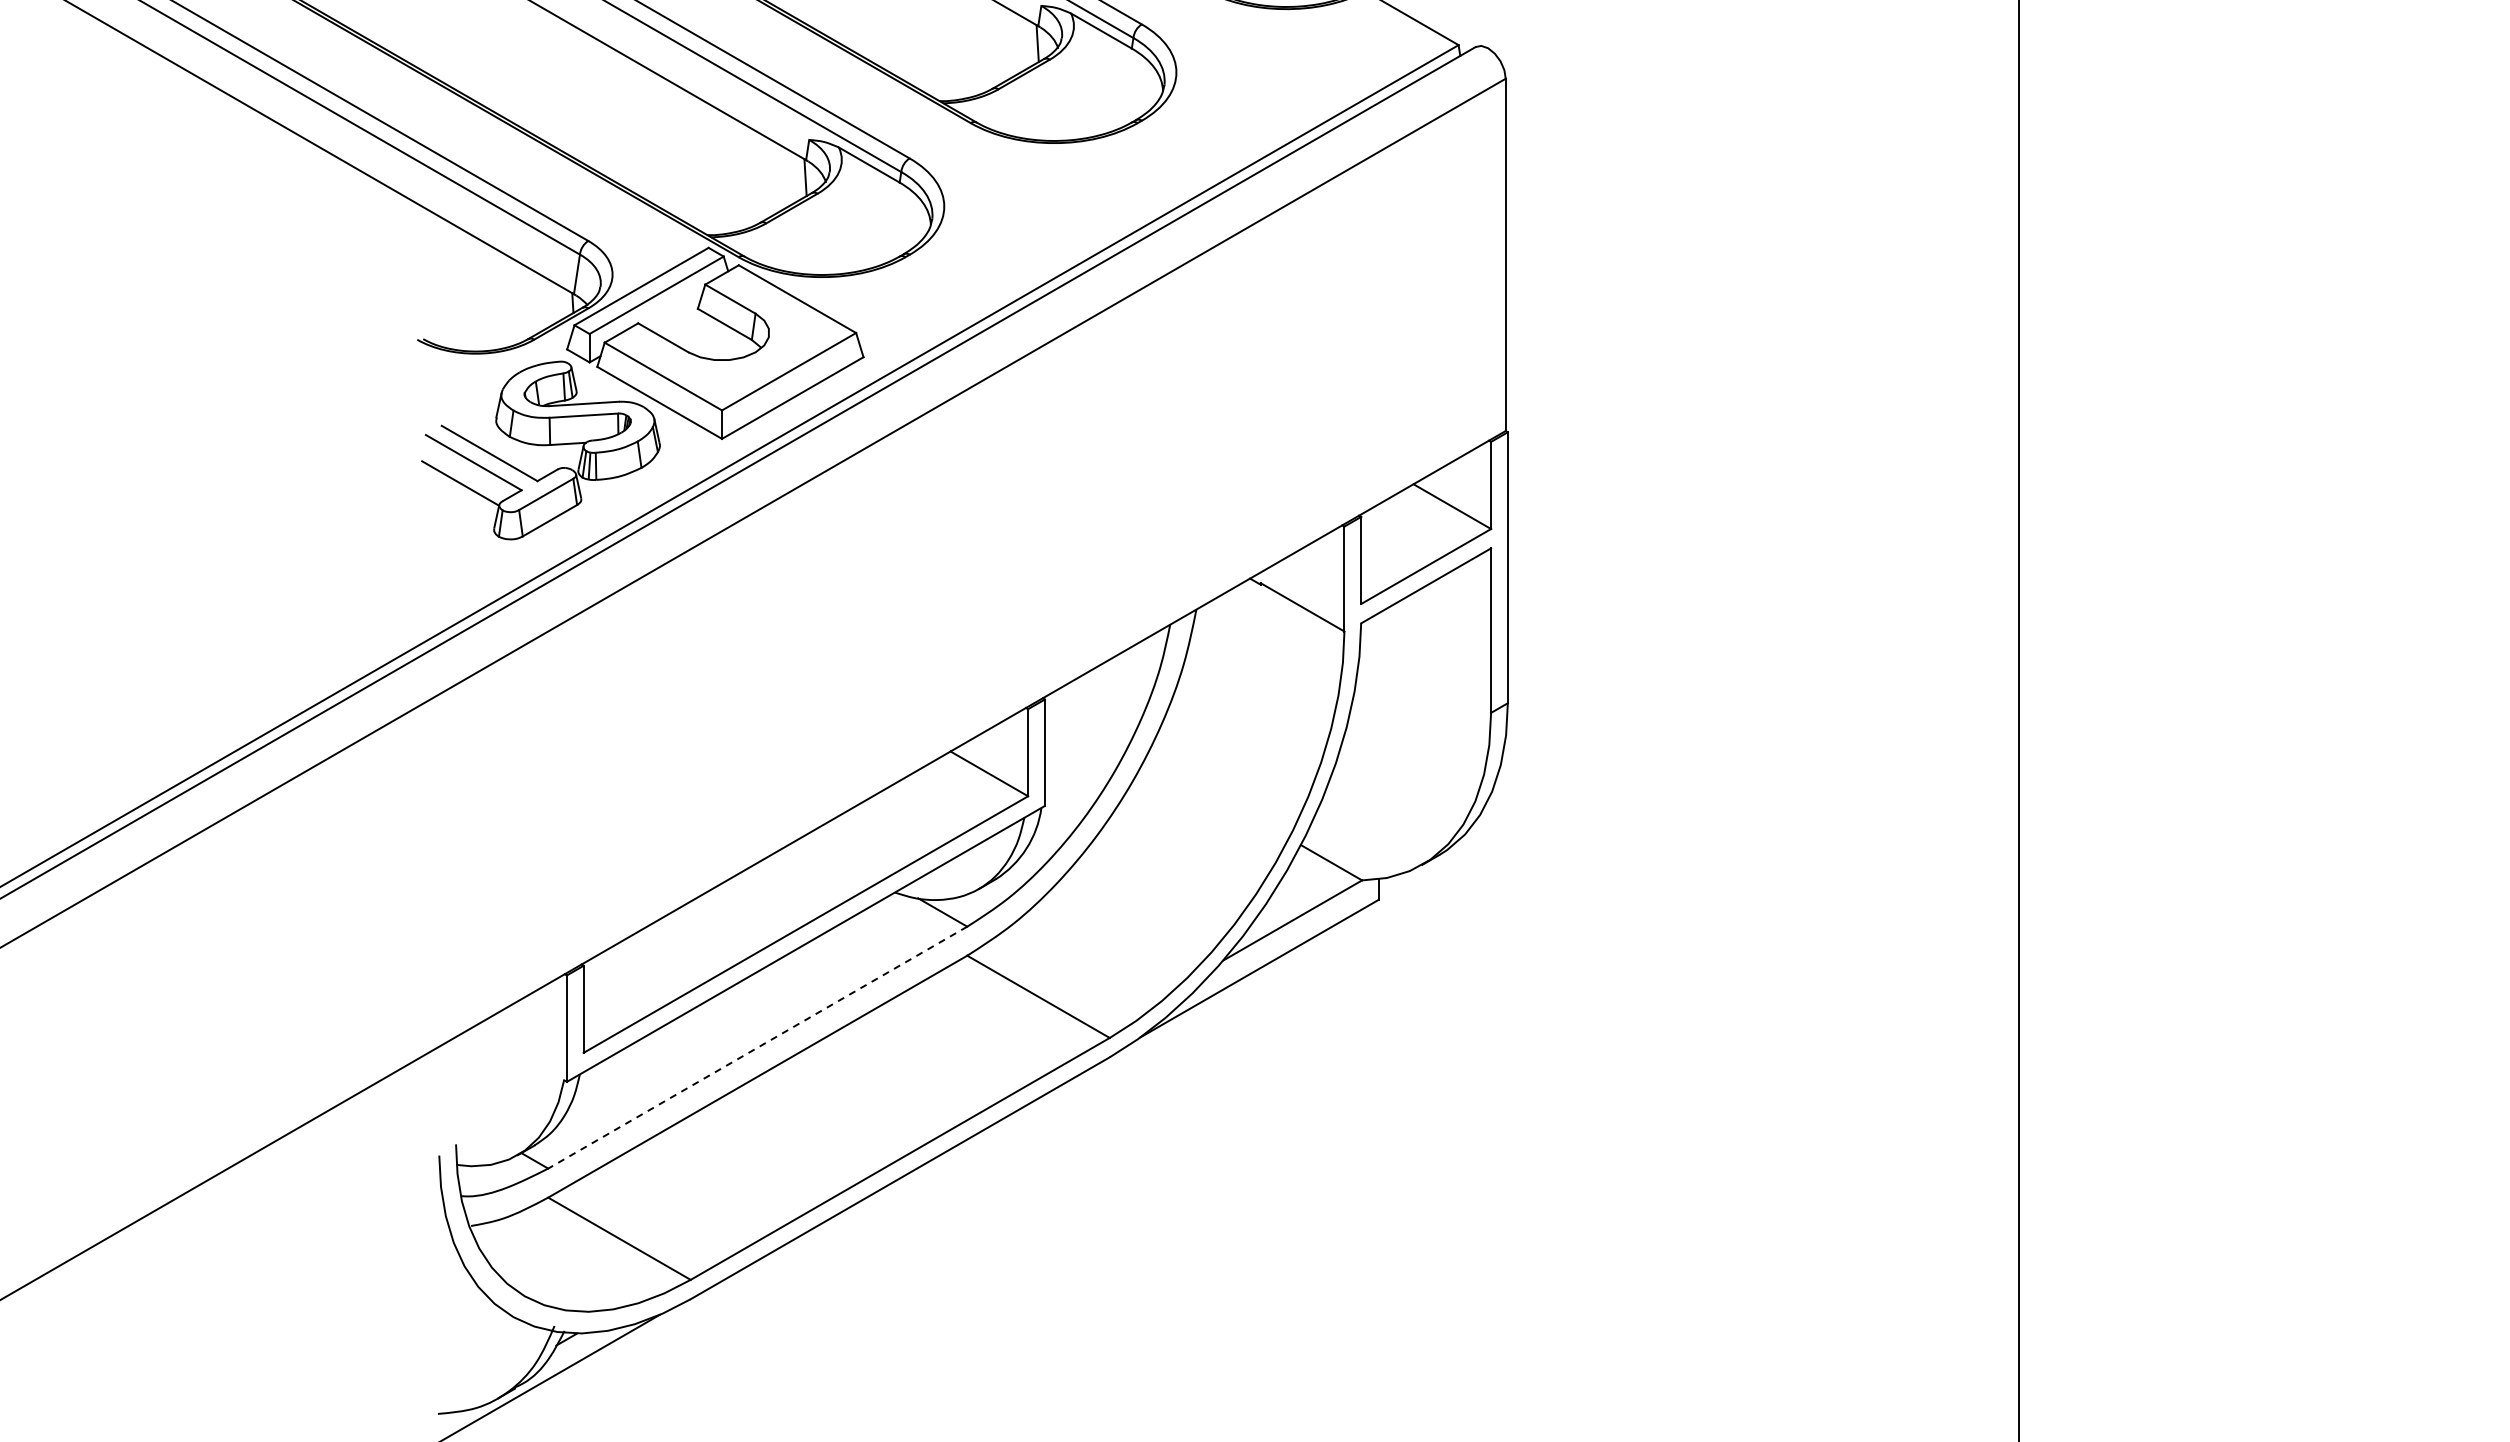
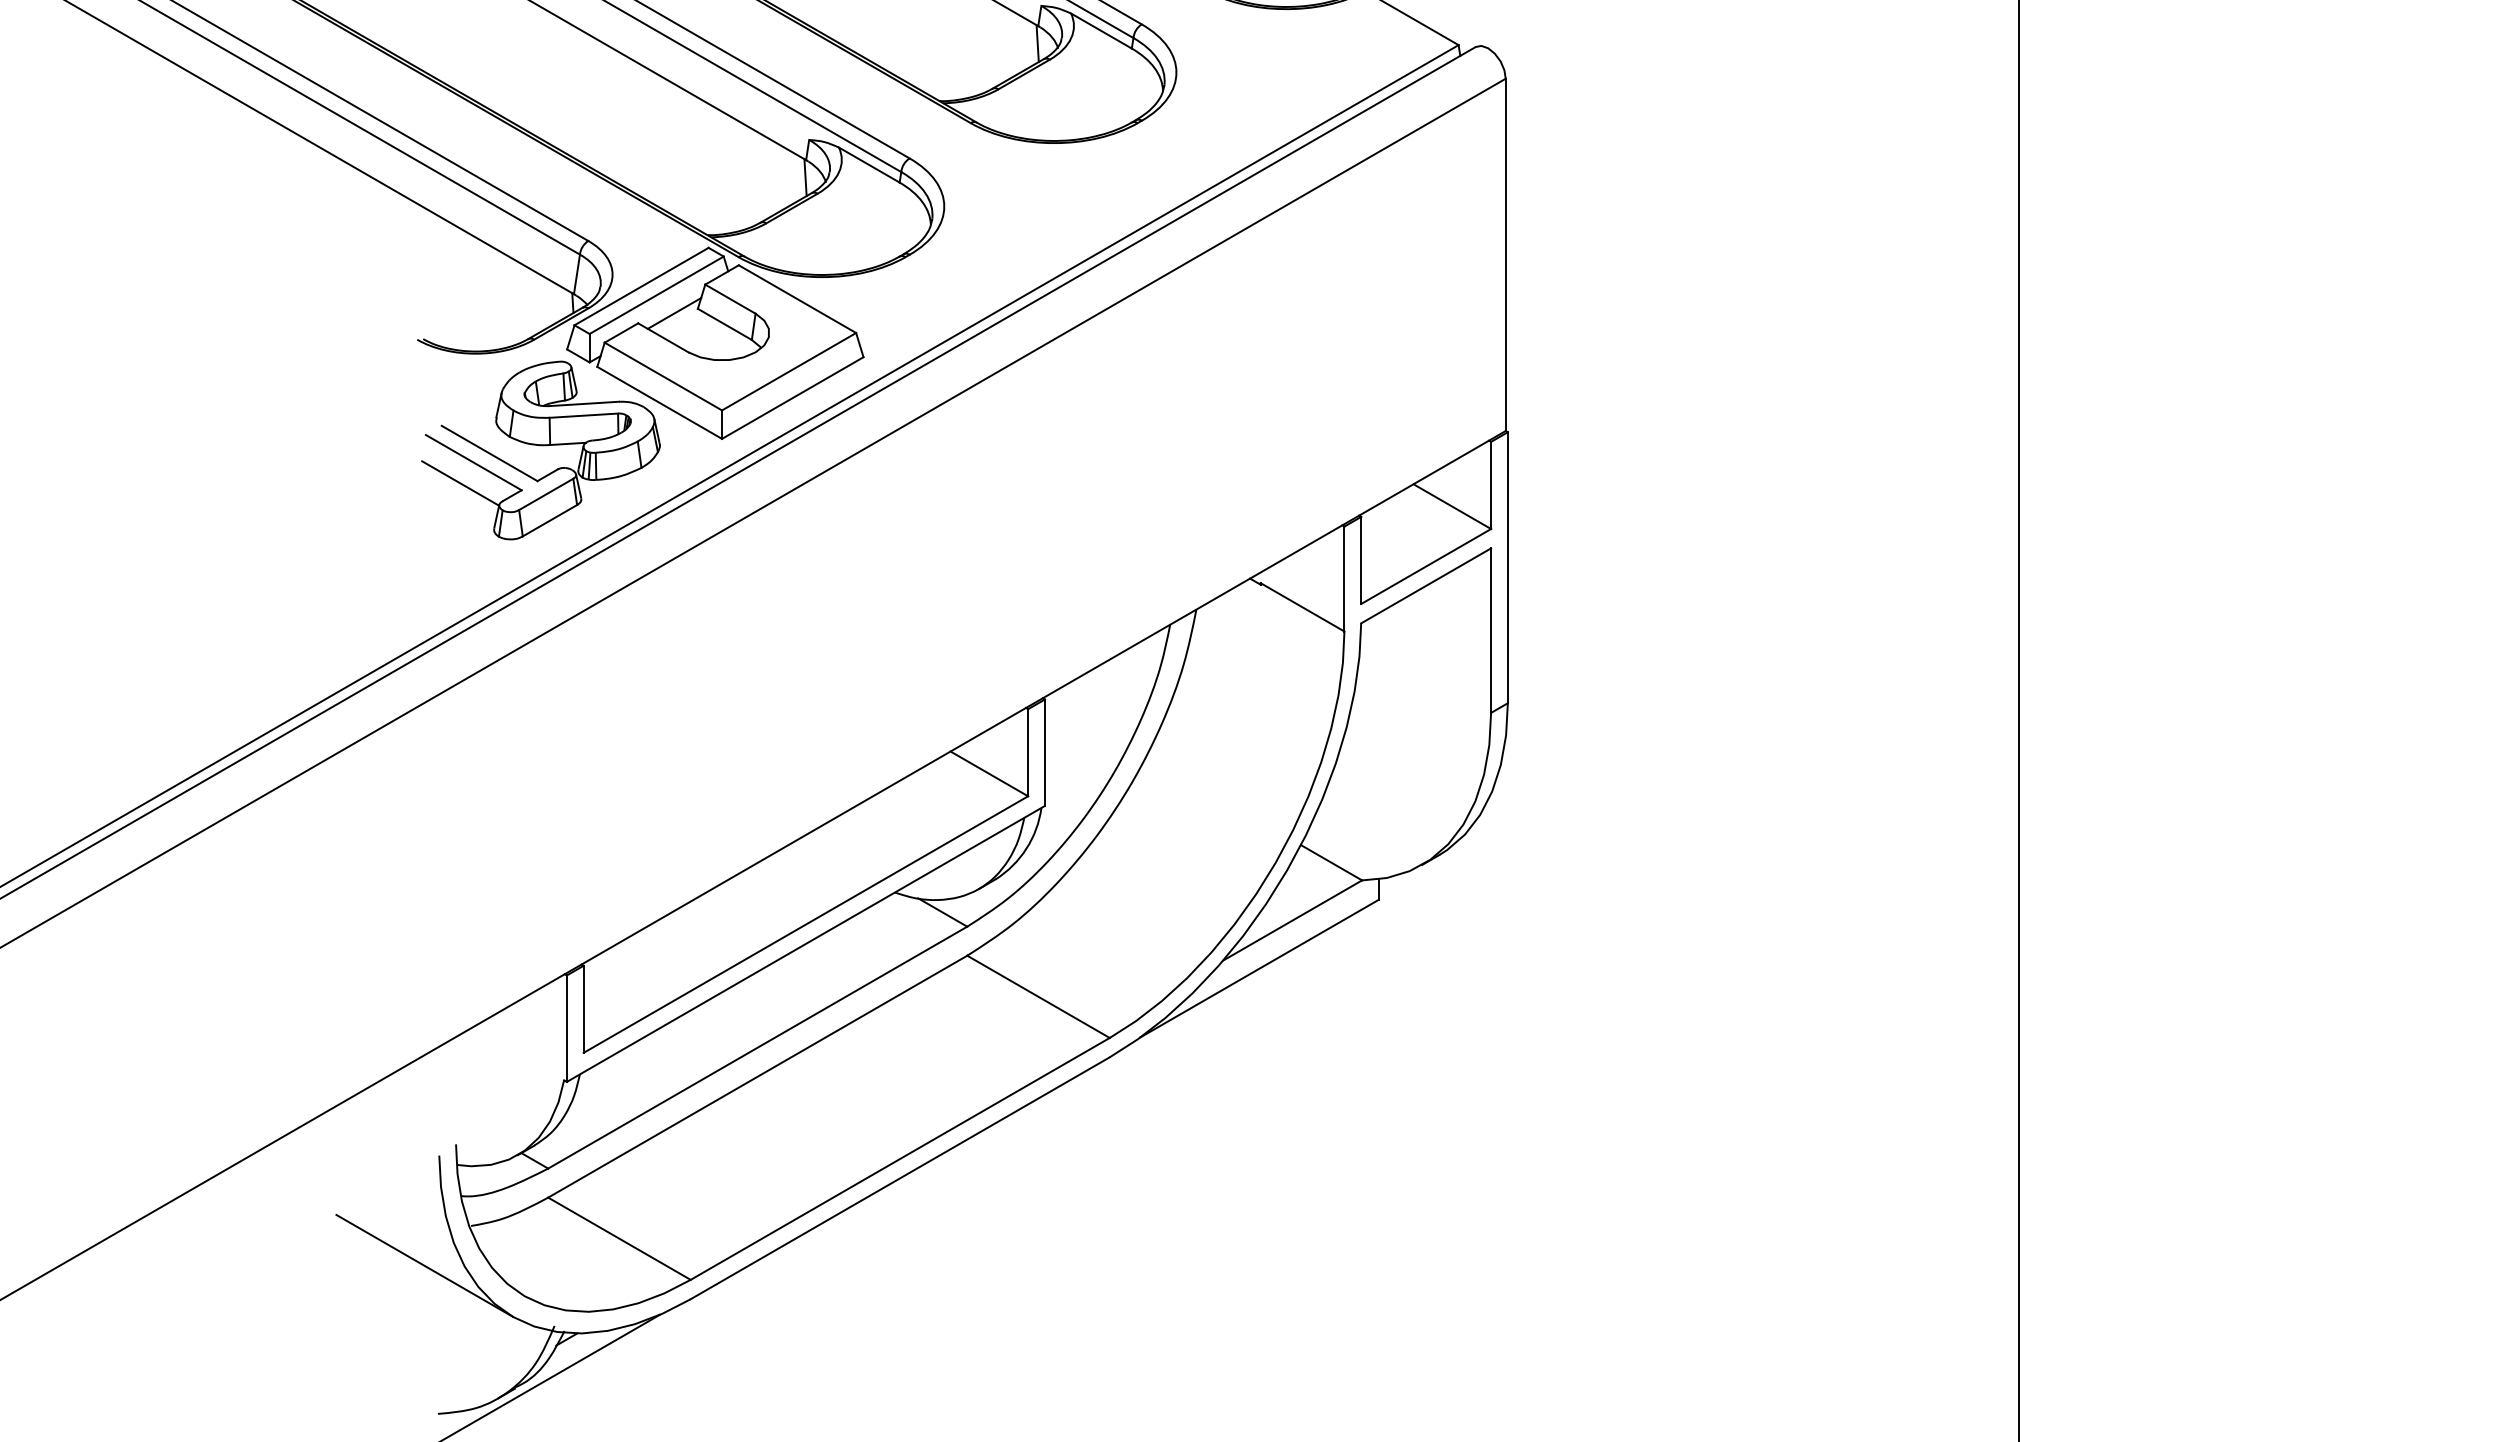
line at (674, 313): none -> present
line at (757, 1047): dashed -> solid
line at (424, 1265): none -> present
